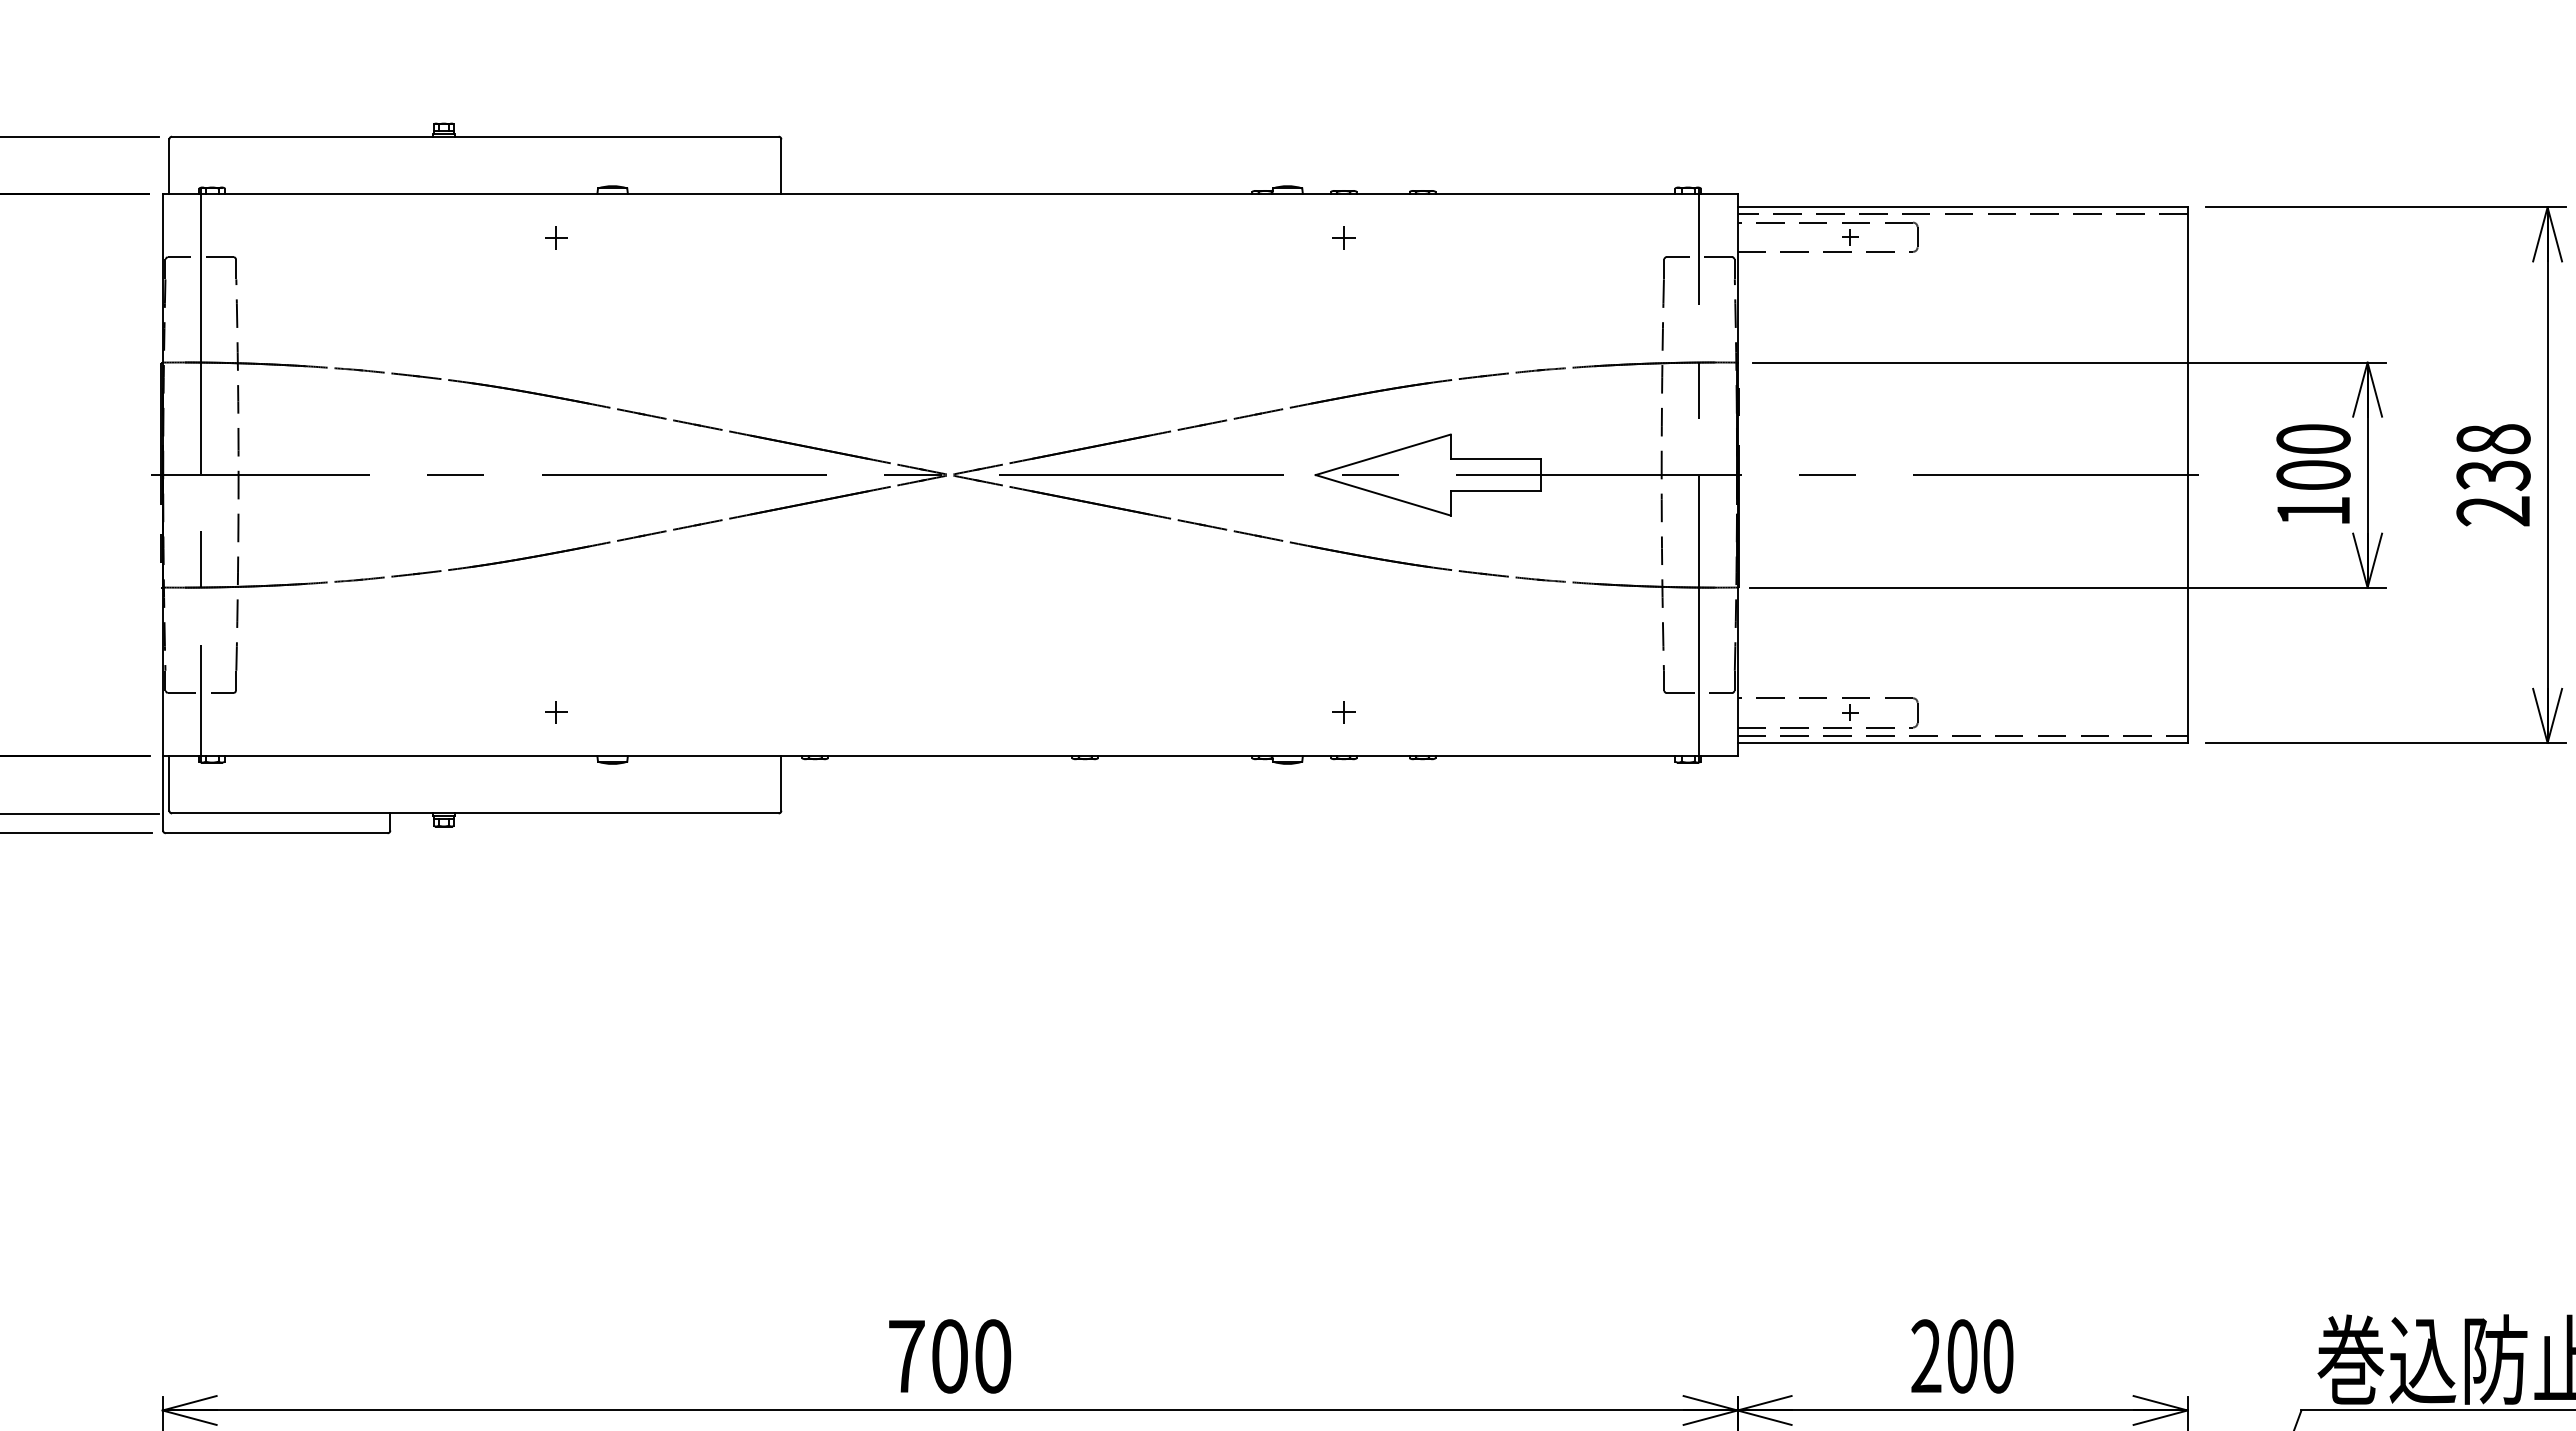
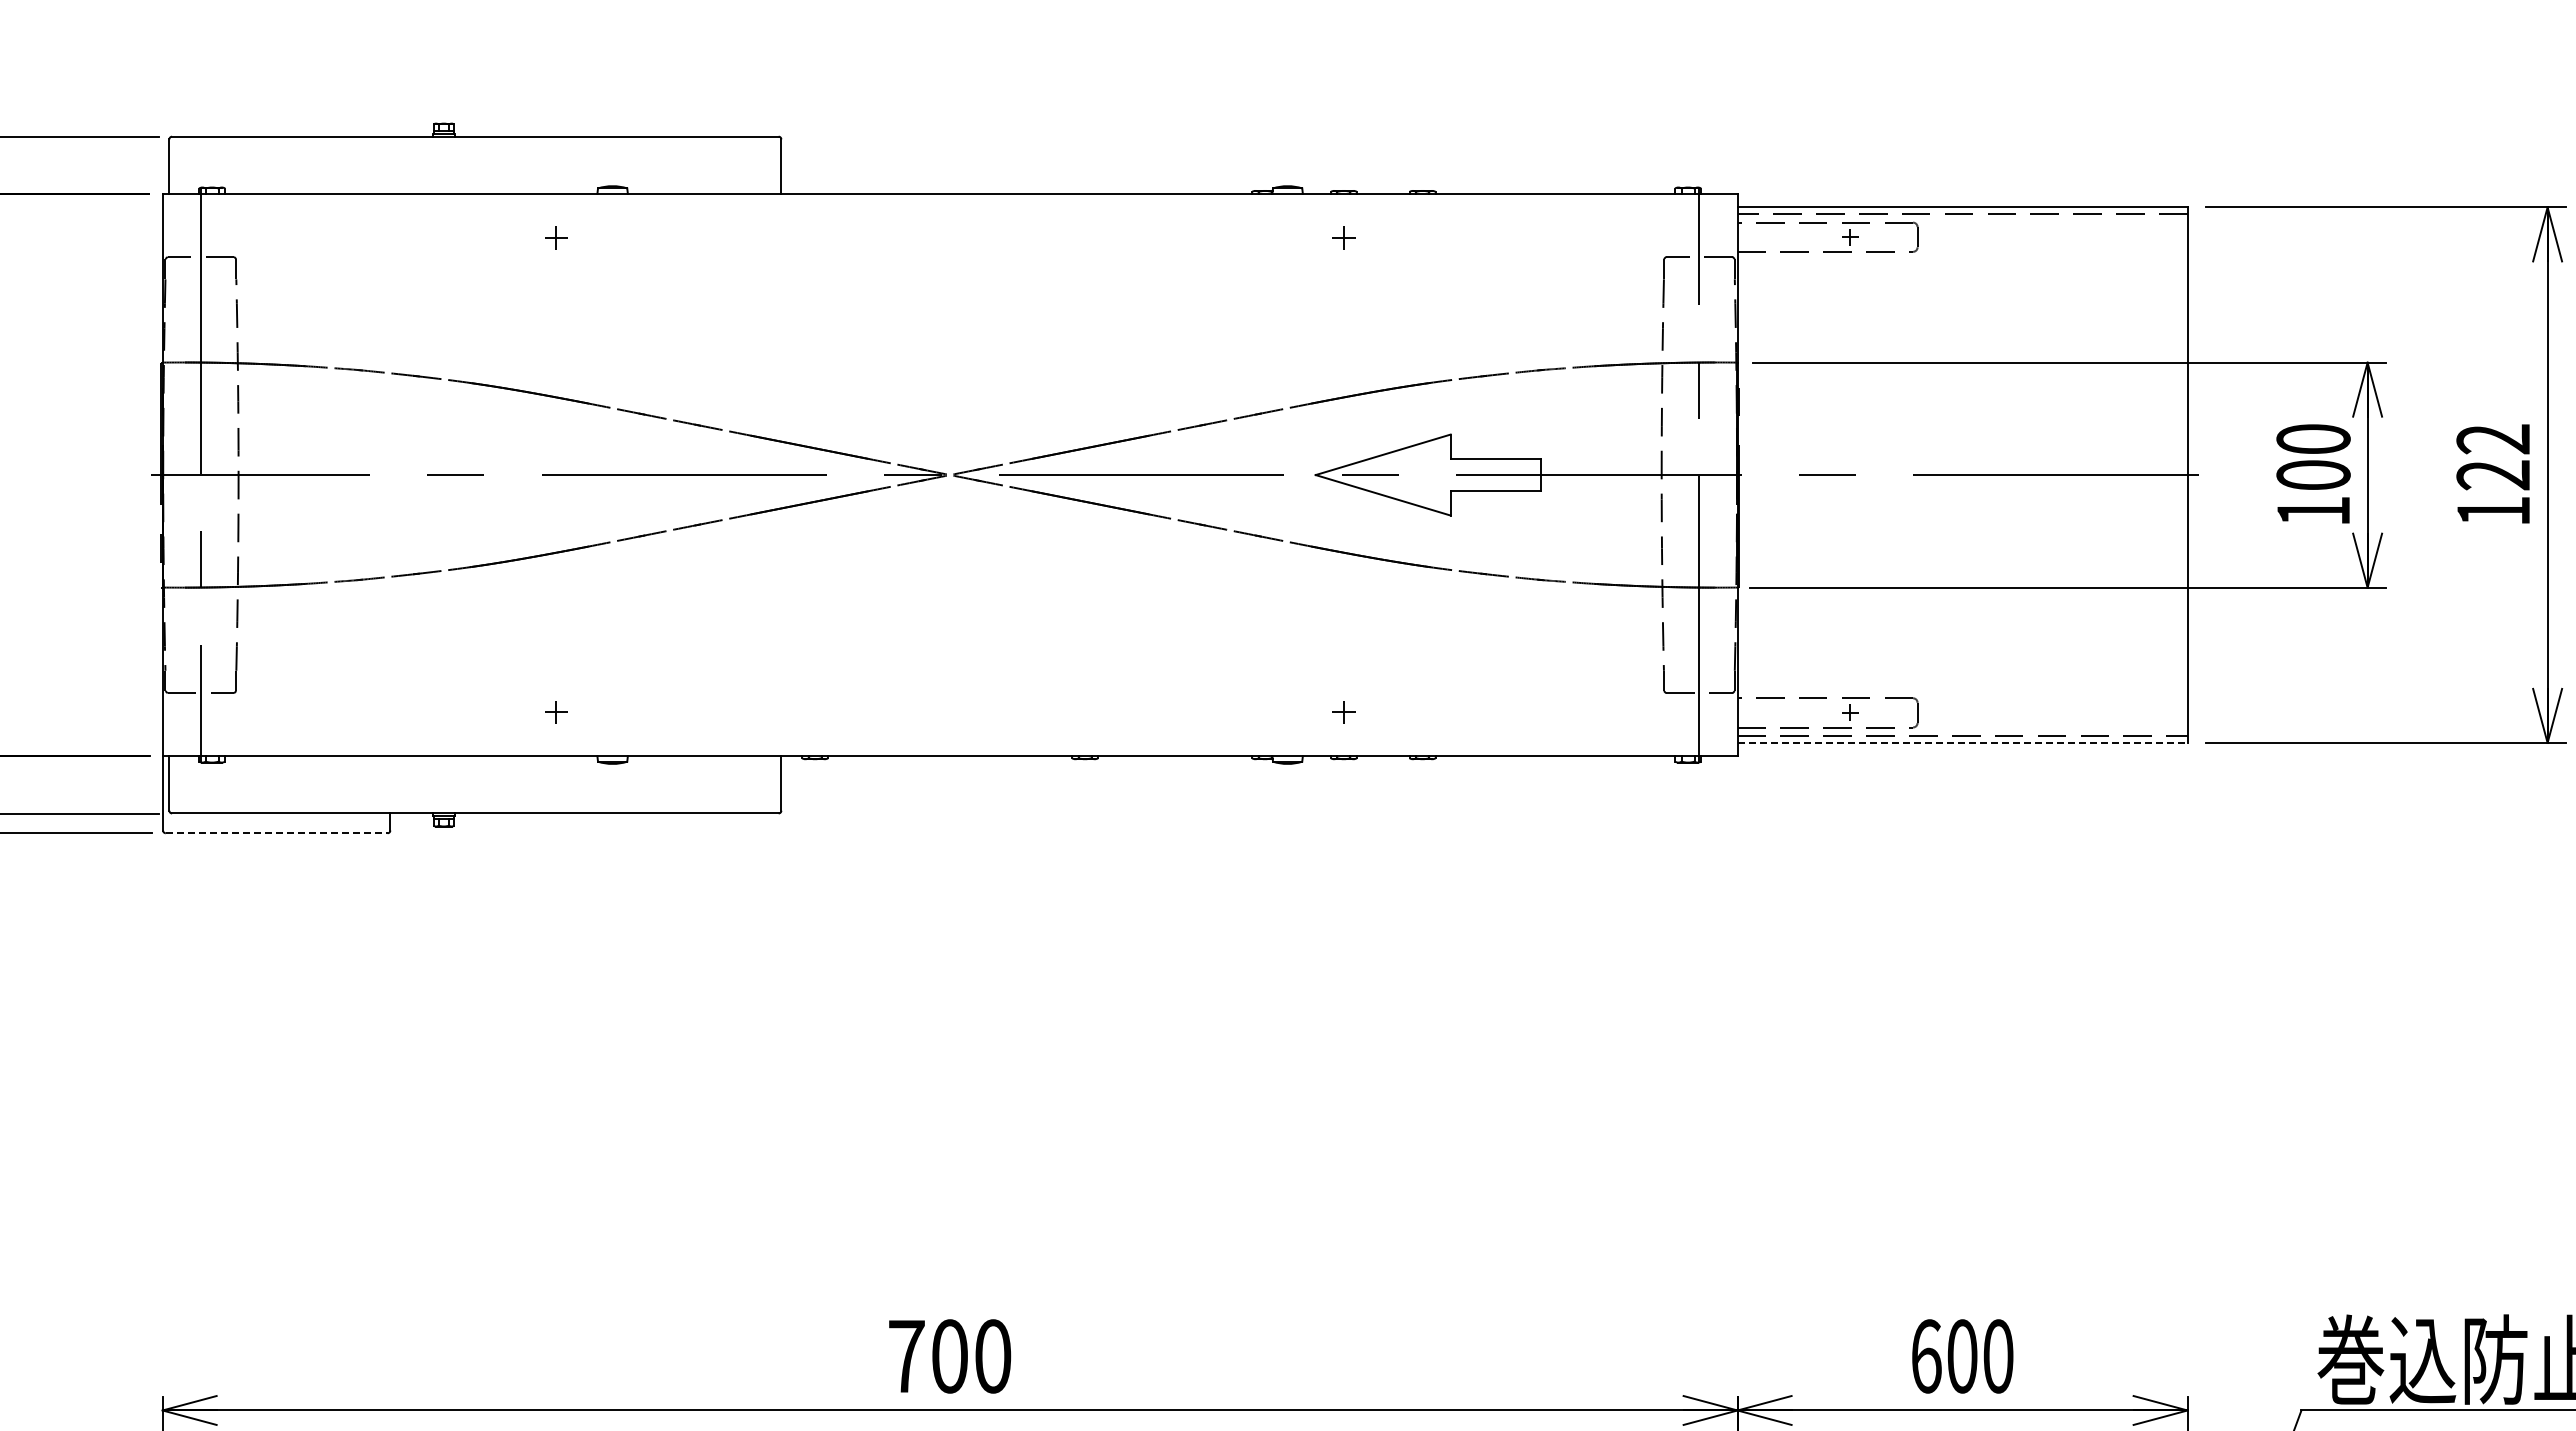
text at (2493, 475): 238 -> 122
line at (1962, 742): solid -> dashed
line at (276, 833): solid -> dashed
text at (1926, 1356): 200 -> 600
